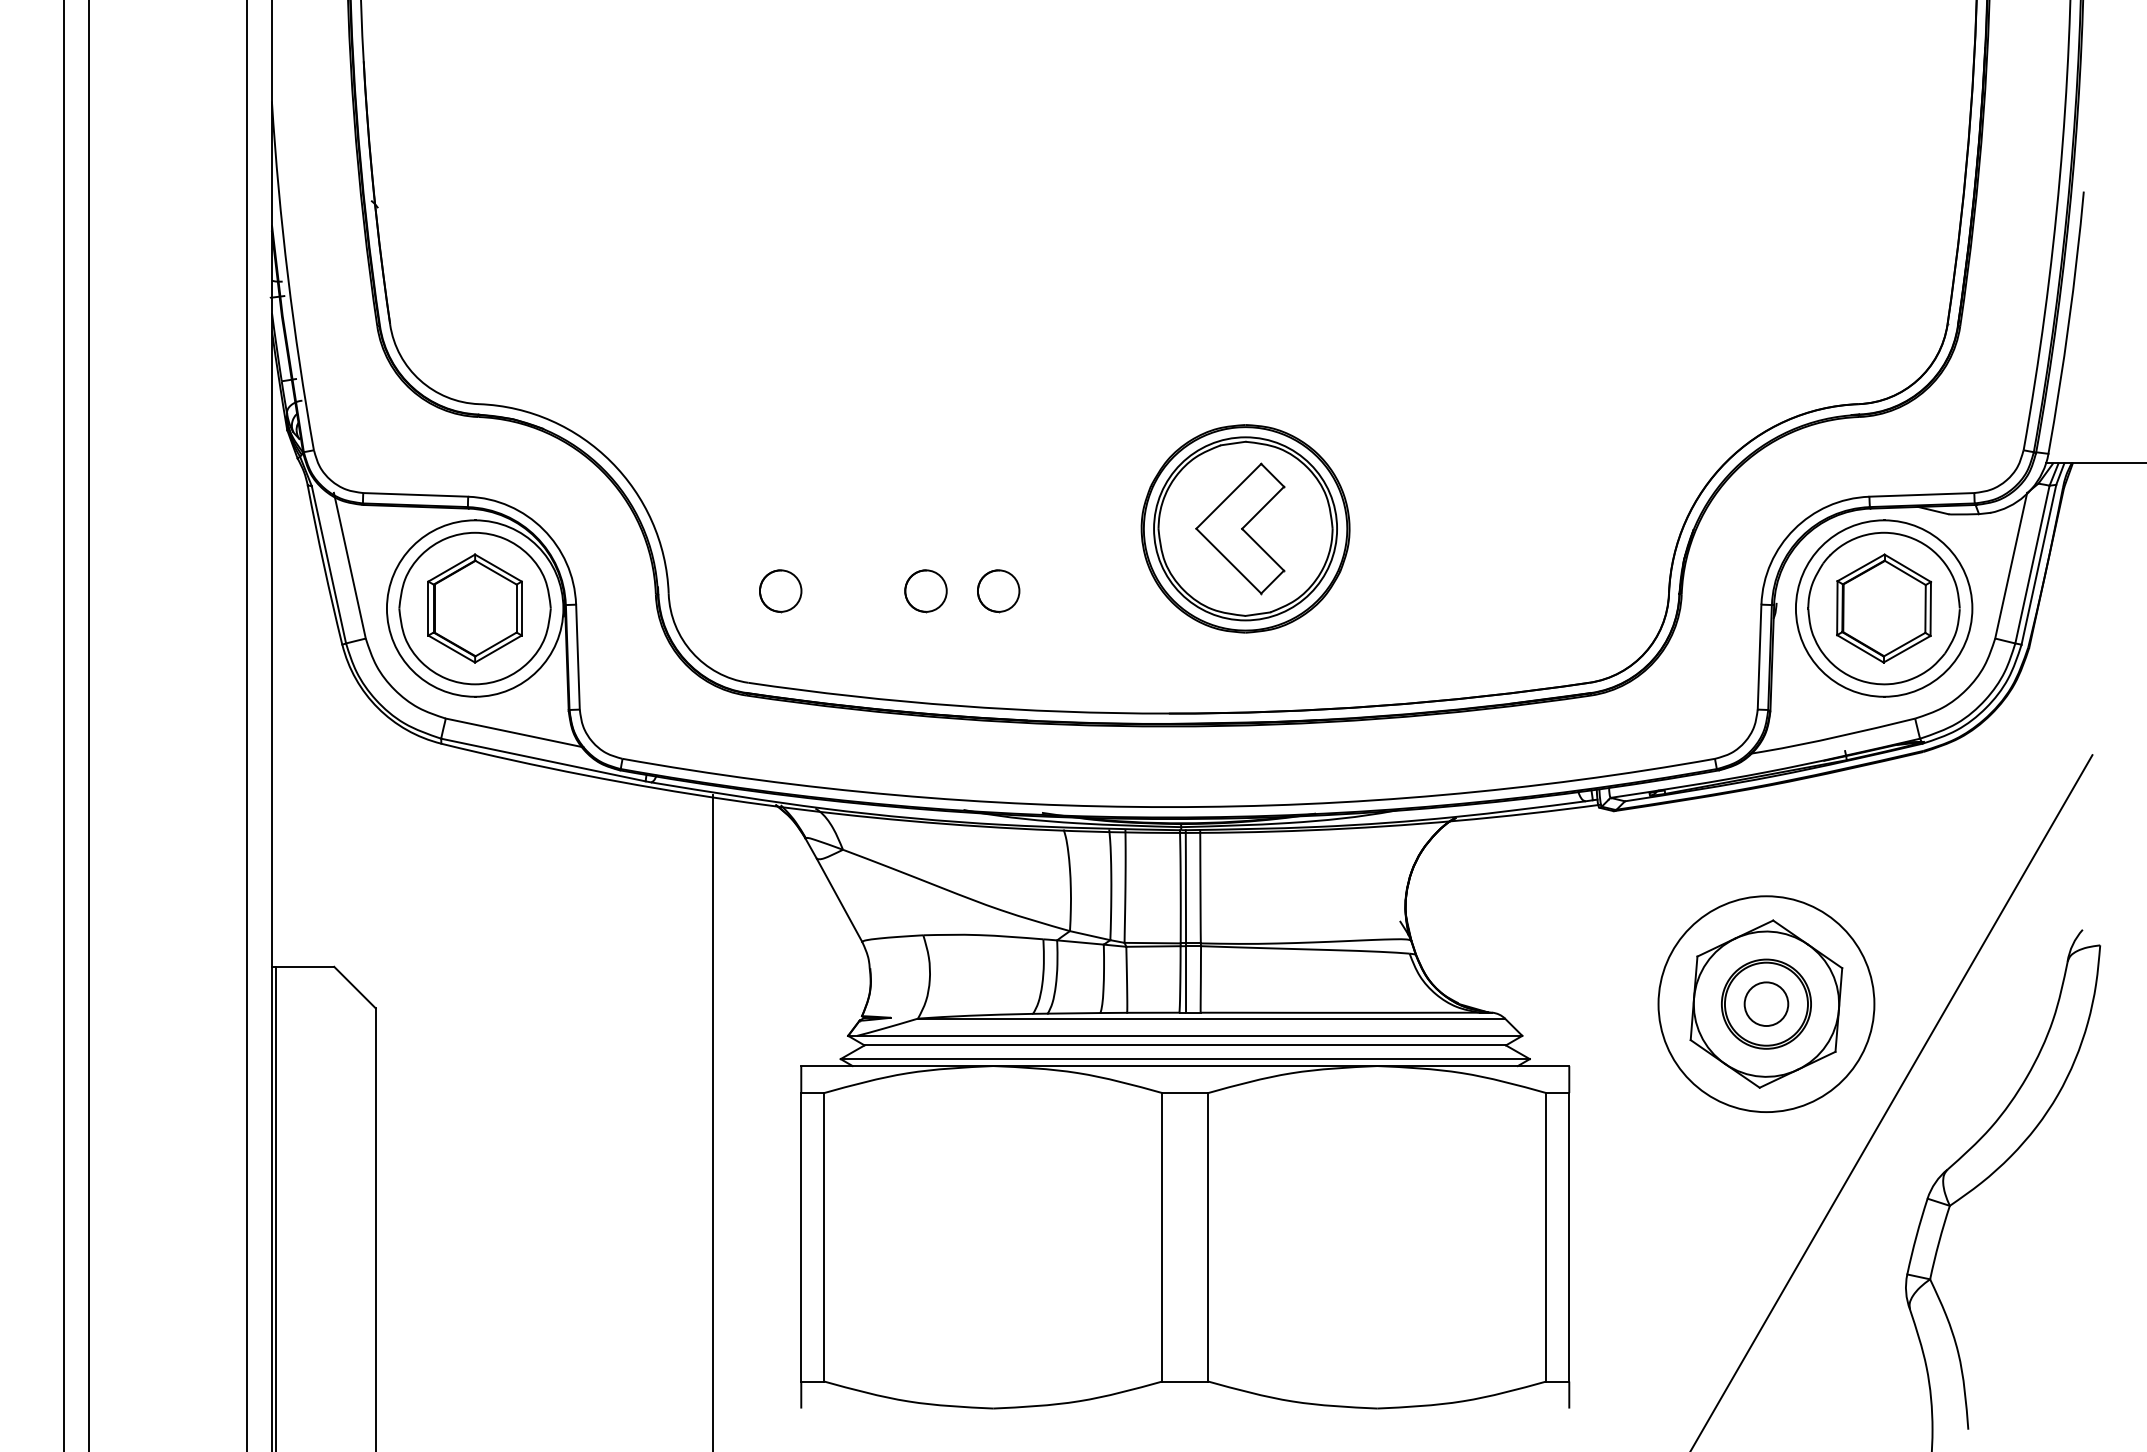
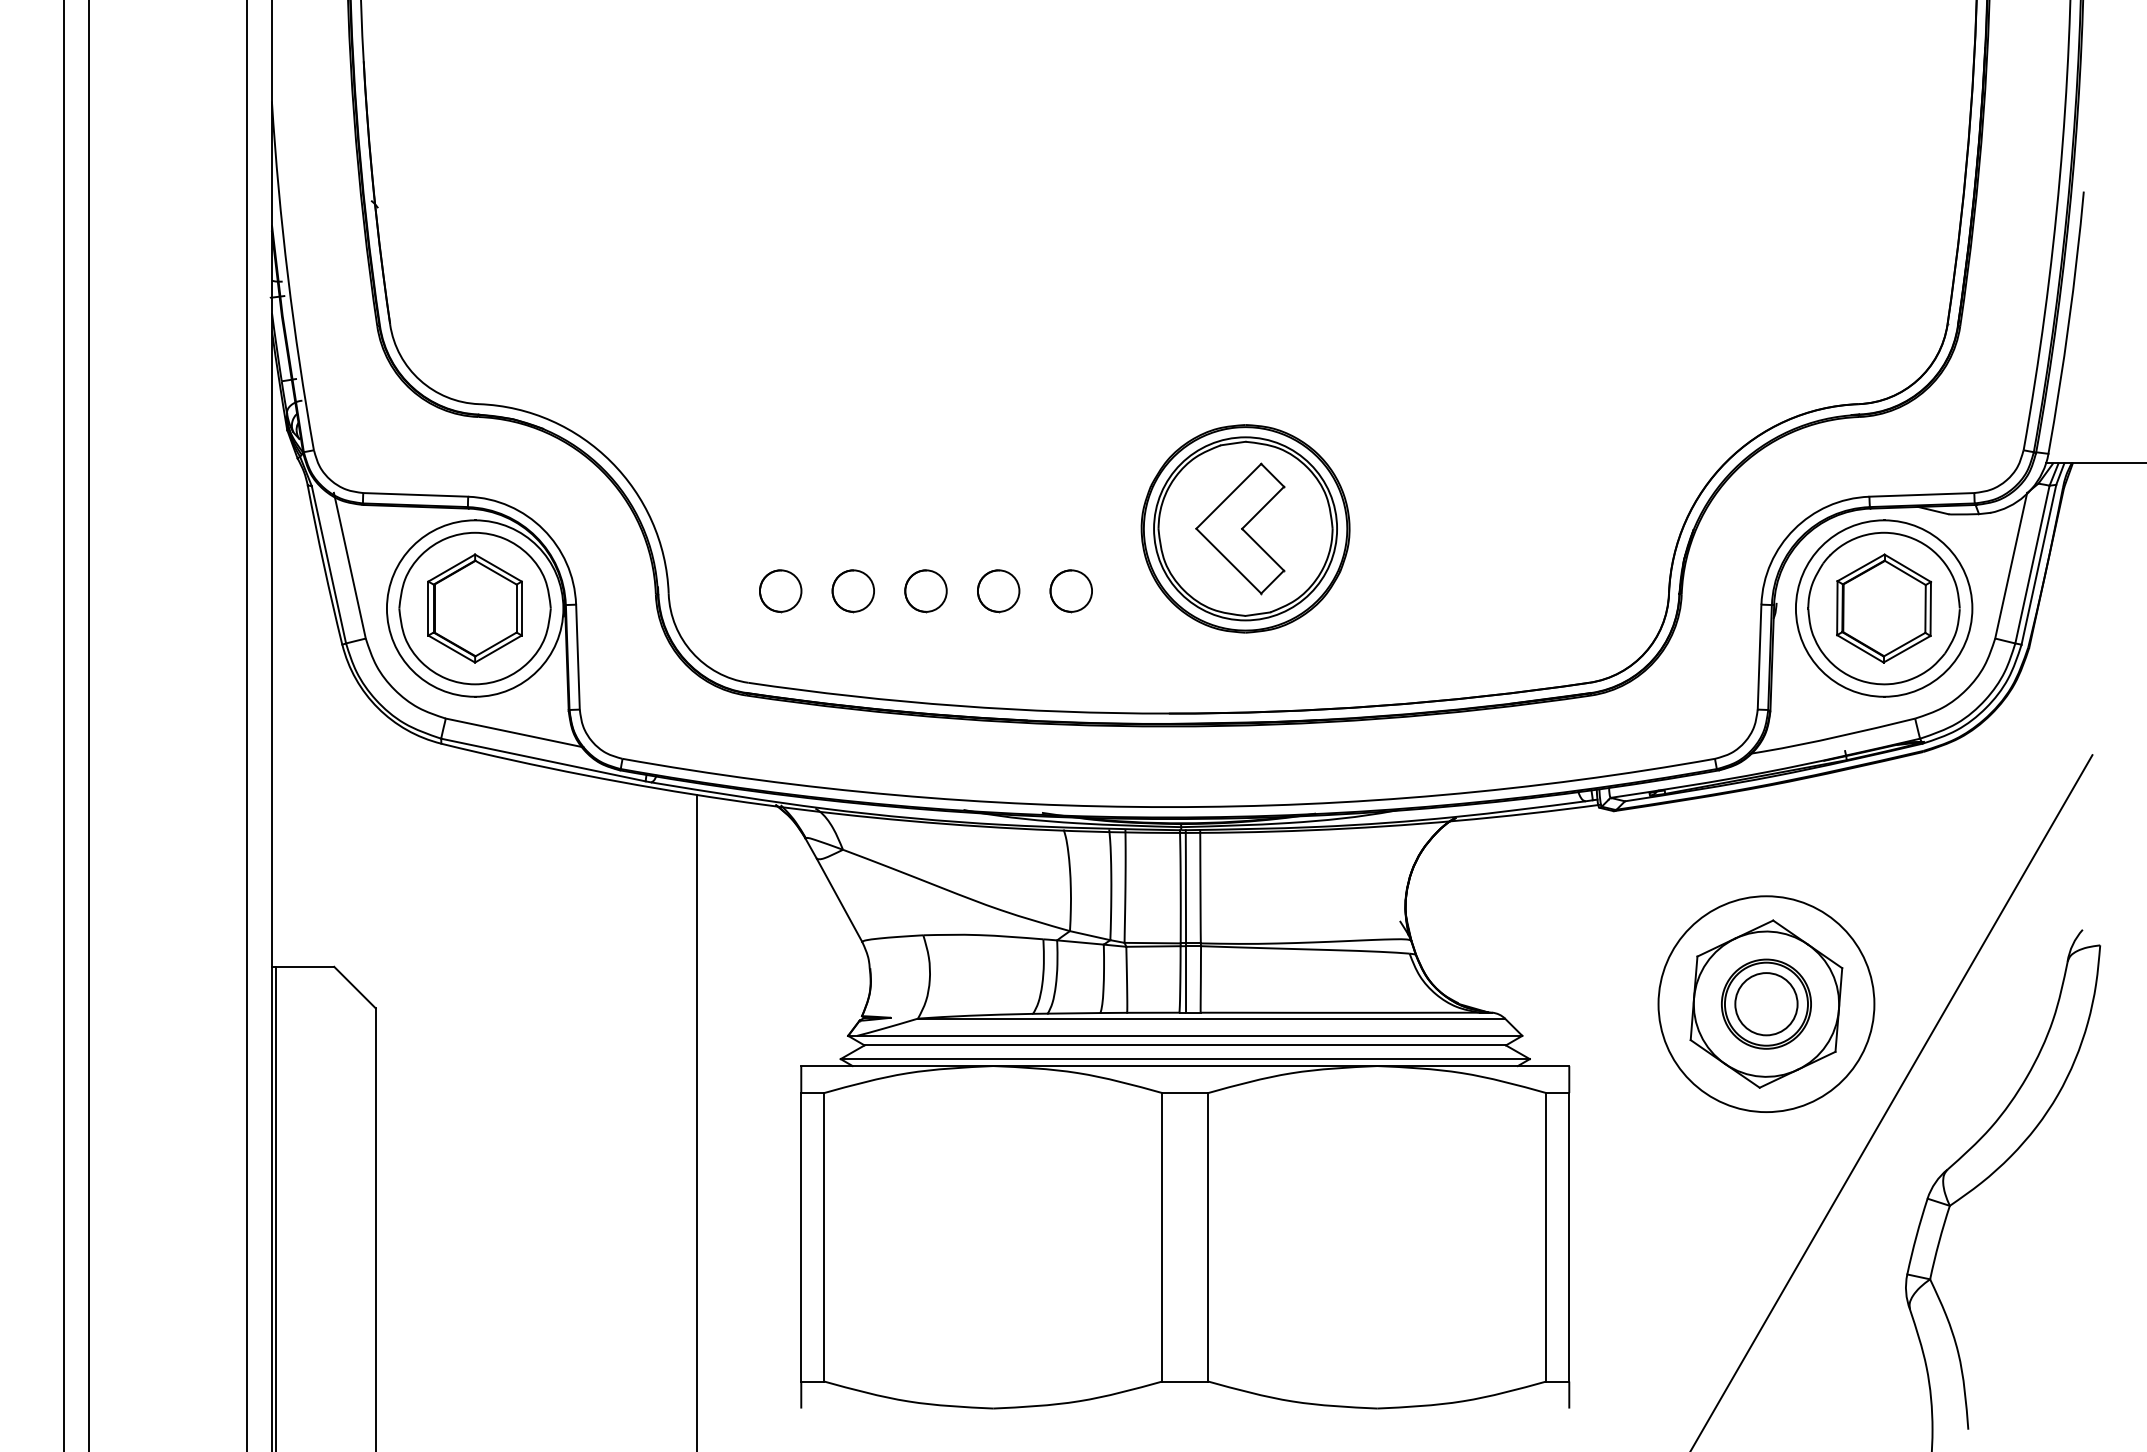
part at (852, 591): none -> present
part at (1070, 591): none -> present
circle at (1766, 1004) diameter: 44 px -> 62 px
line at (713, 1121) position: (713, 1121) -> (697, 1121)
